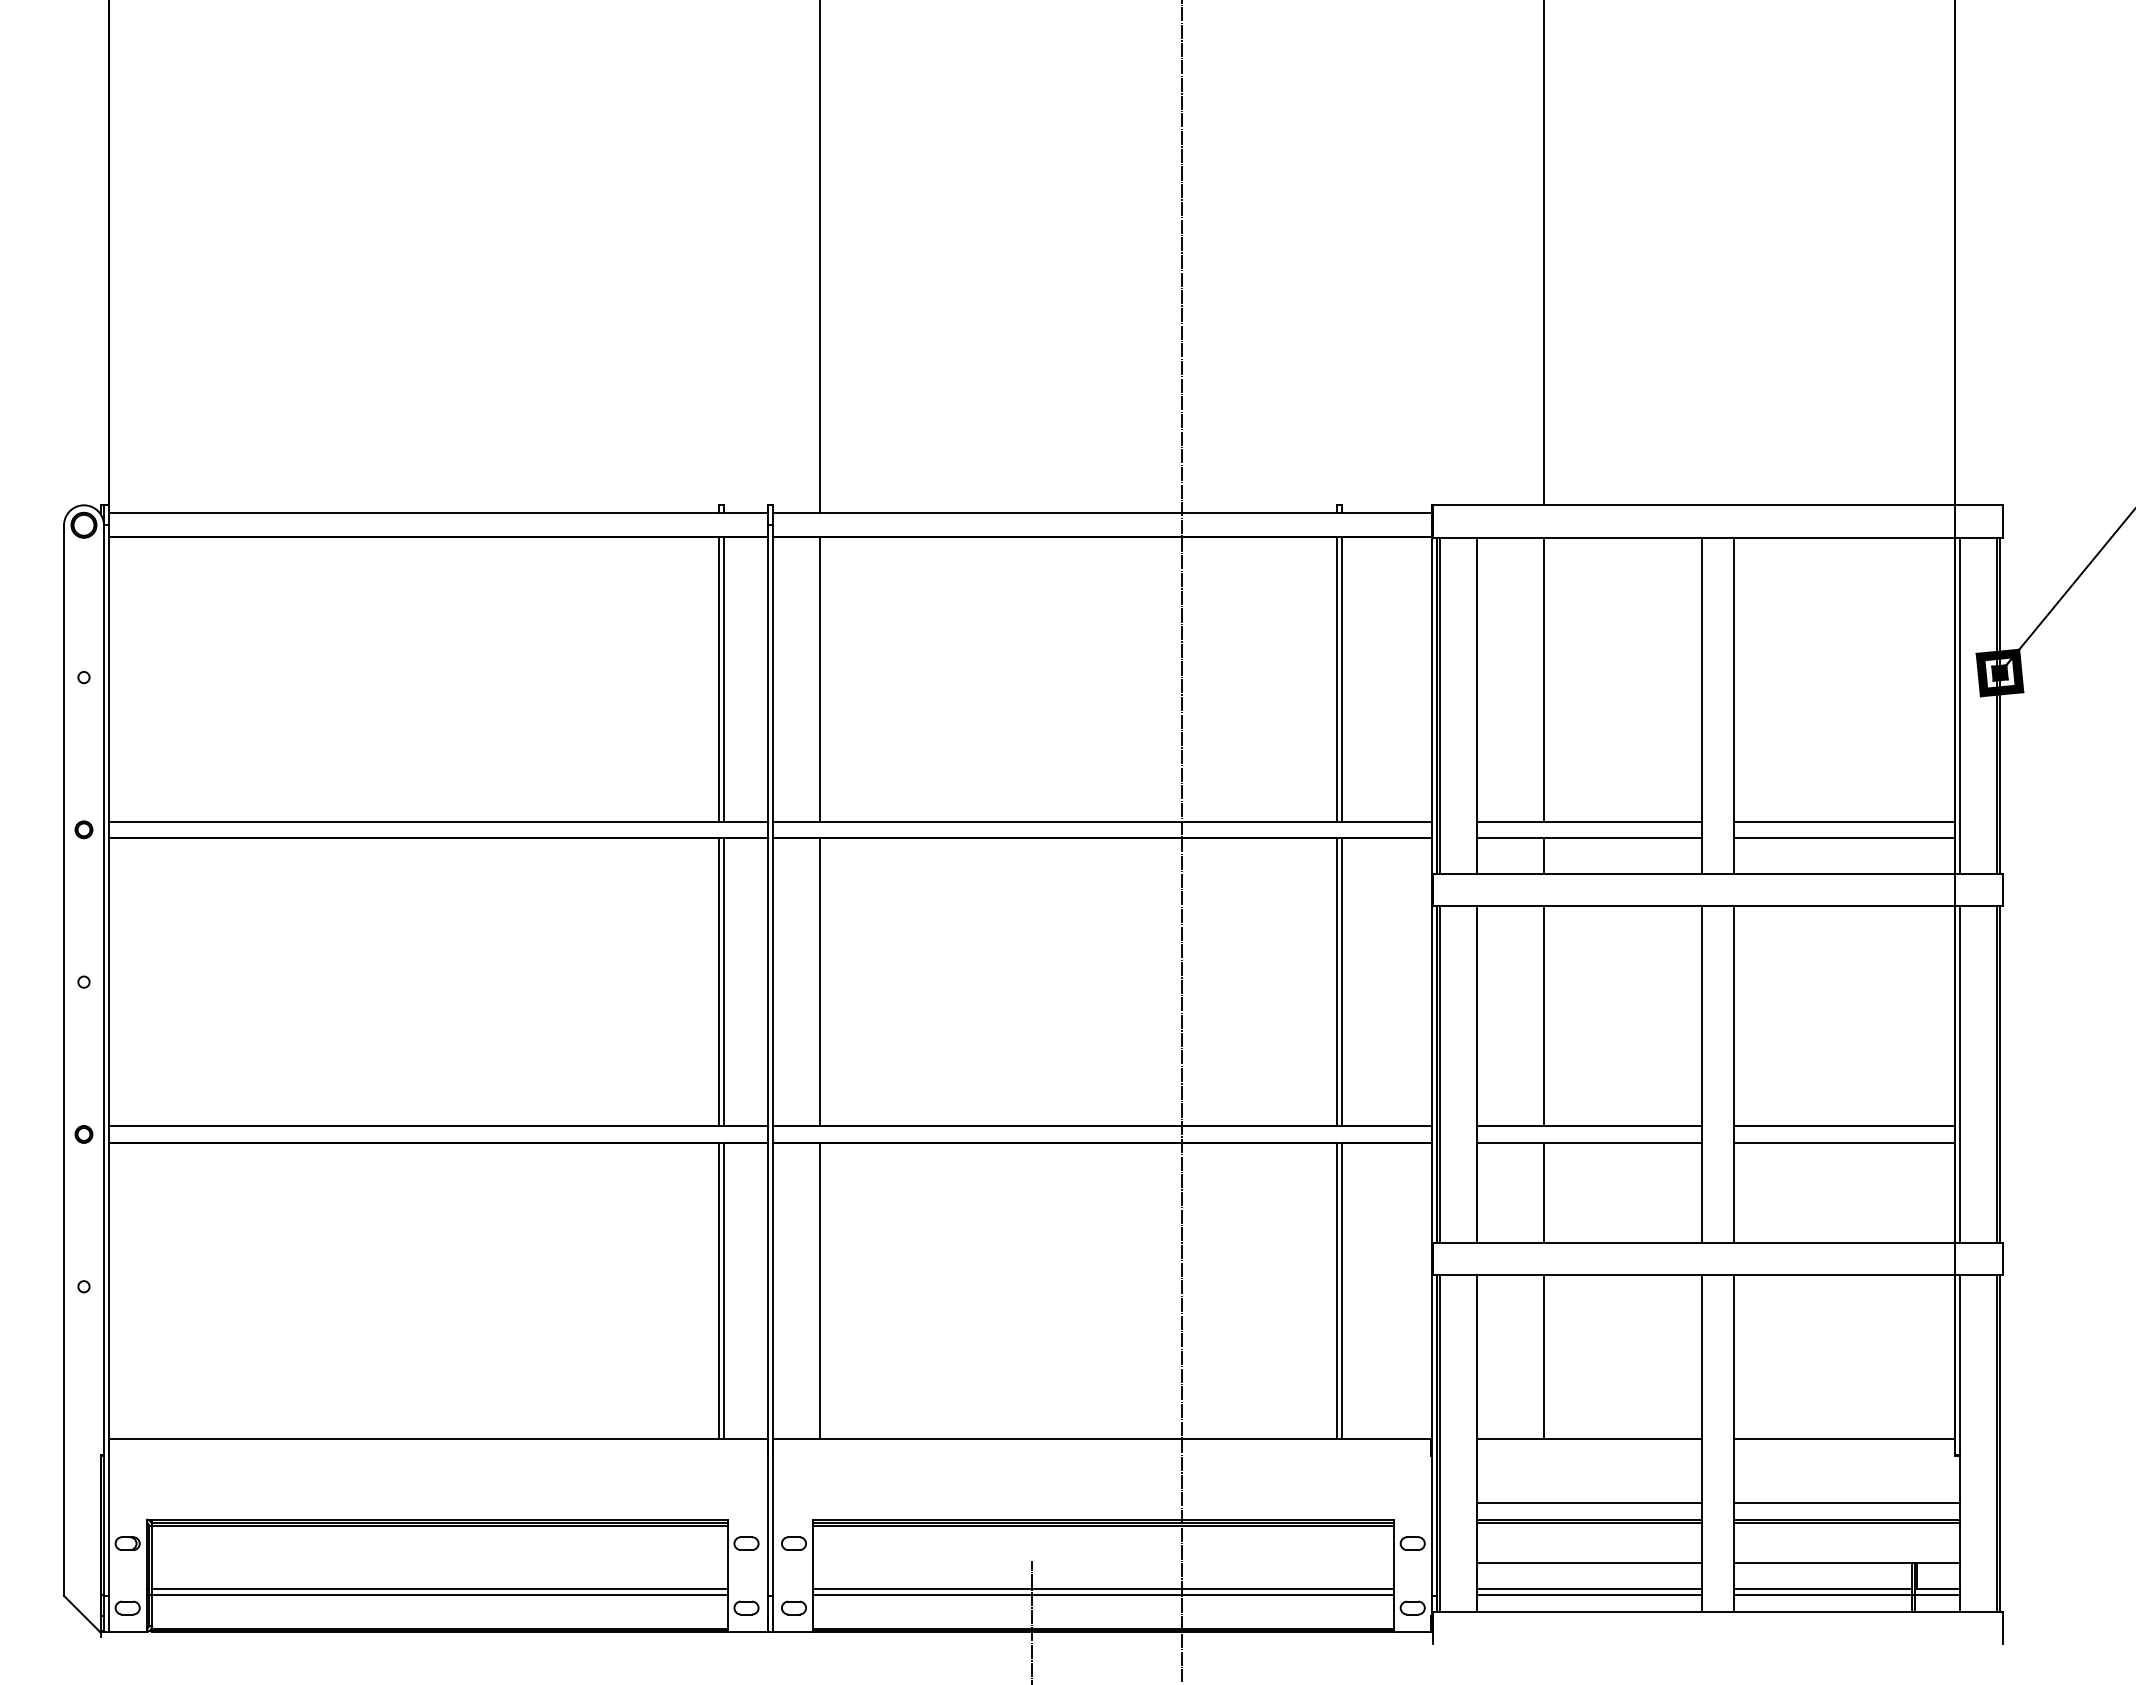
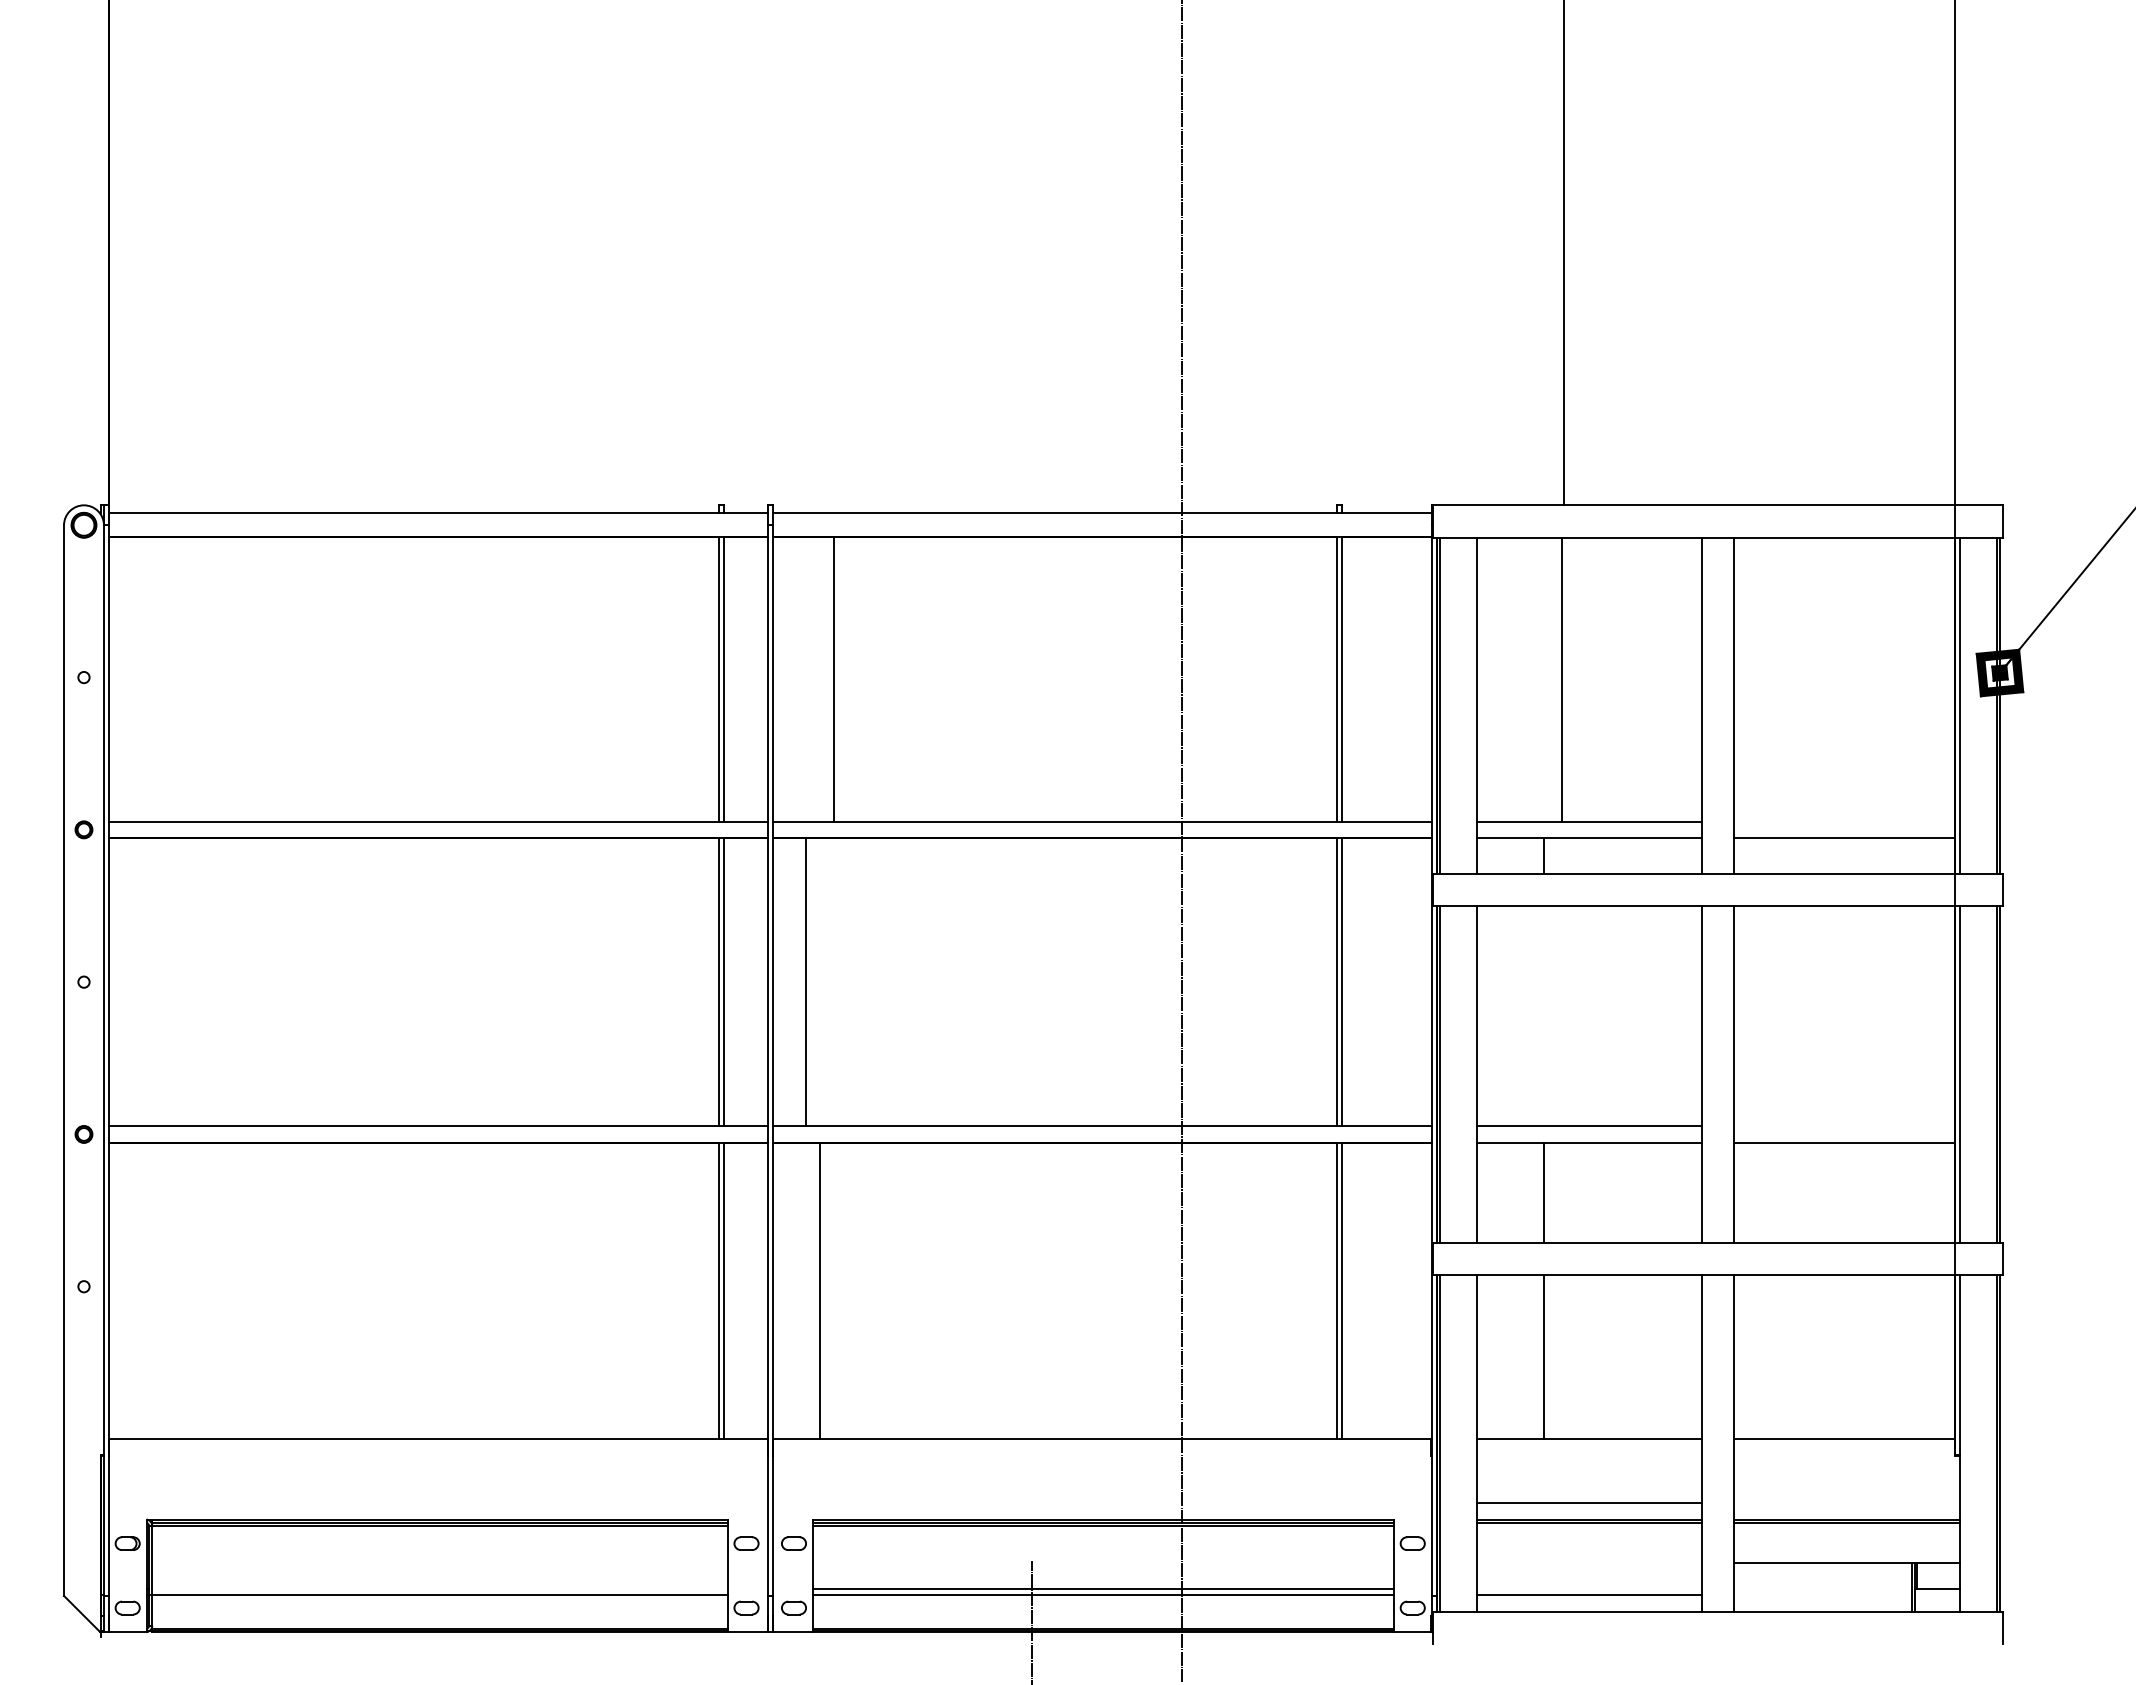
line at (1544, 253) position: (1544, 253) -> (1564, 253)
line at (819, 257): present -> none
line at (819, 679) position: (819, 679) -> (833, 679)
line at (1544, 679) position: (1544, 679) -> (1562, 679)
line at (1844, 821): present -> none
line at (819, 981) position: (819, 981) -> (805, 981)
line at (1544, 1016): present -> none
line at (1844, 1126): present -> none
line at (1846, 1503): present -> none
line at (1589, 1562): present -> none
line at (439, 1588): present -> none
line at (1589, 1588): present -> none
line at (1822, 1588): present -> none
line at (1846, 1595): present -> none
